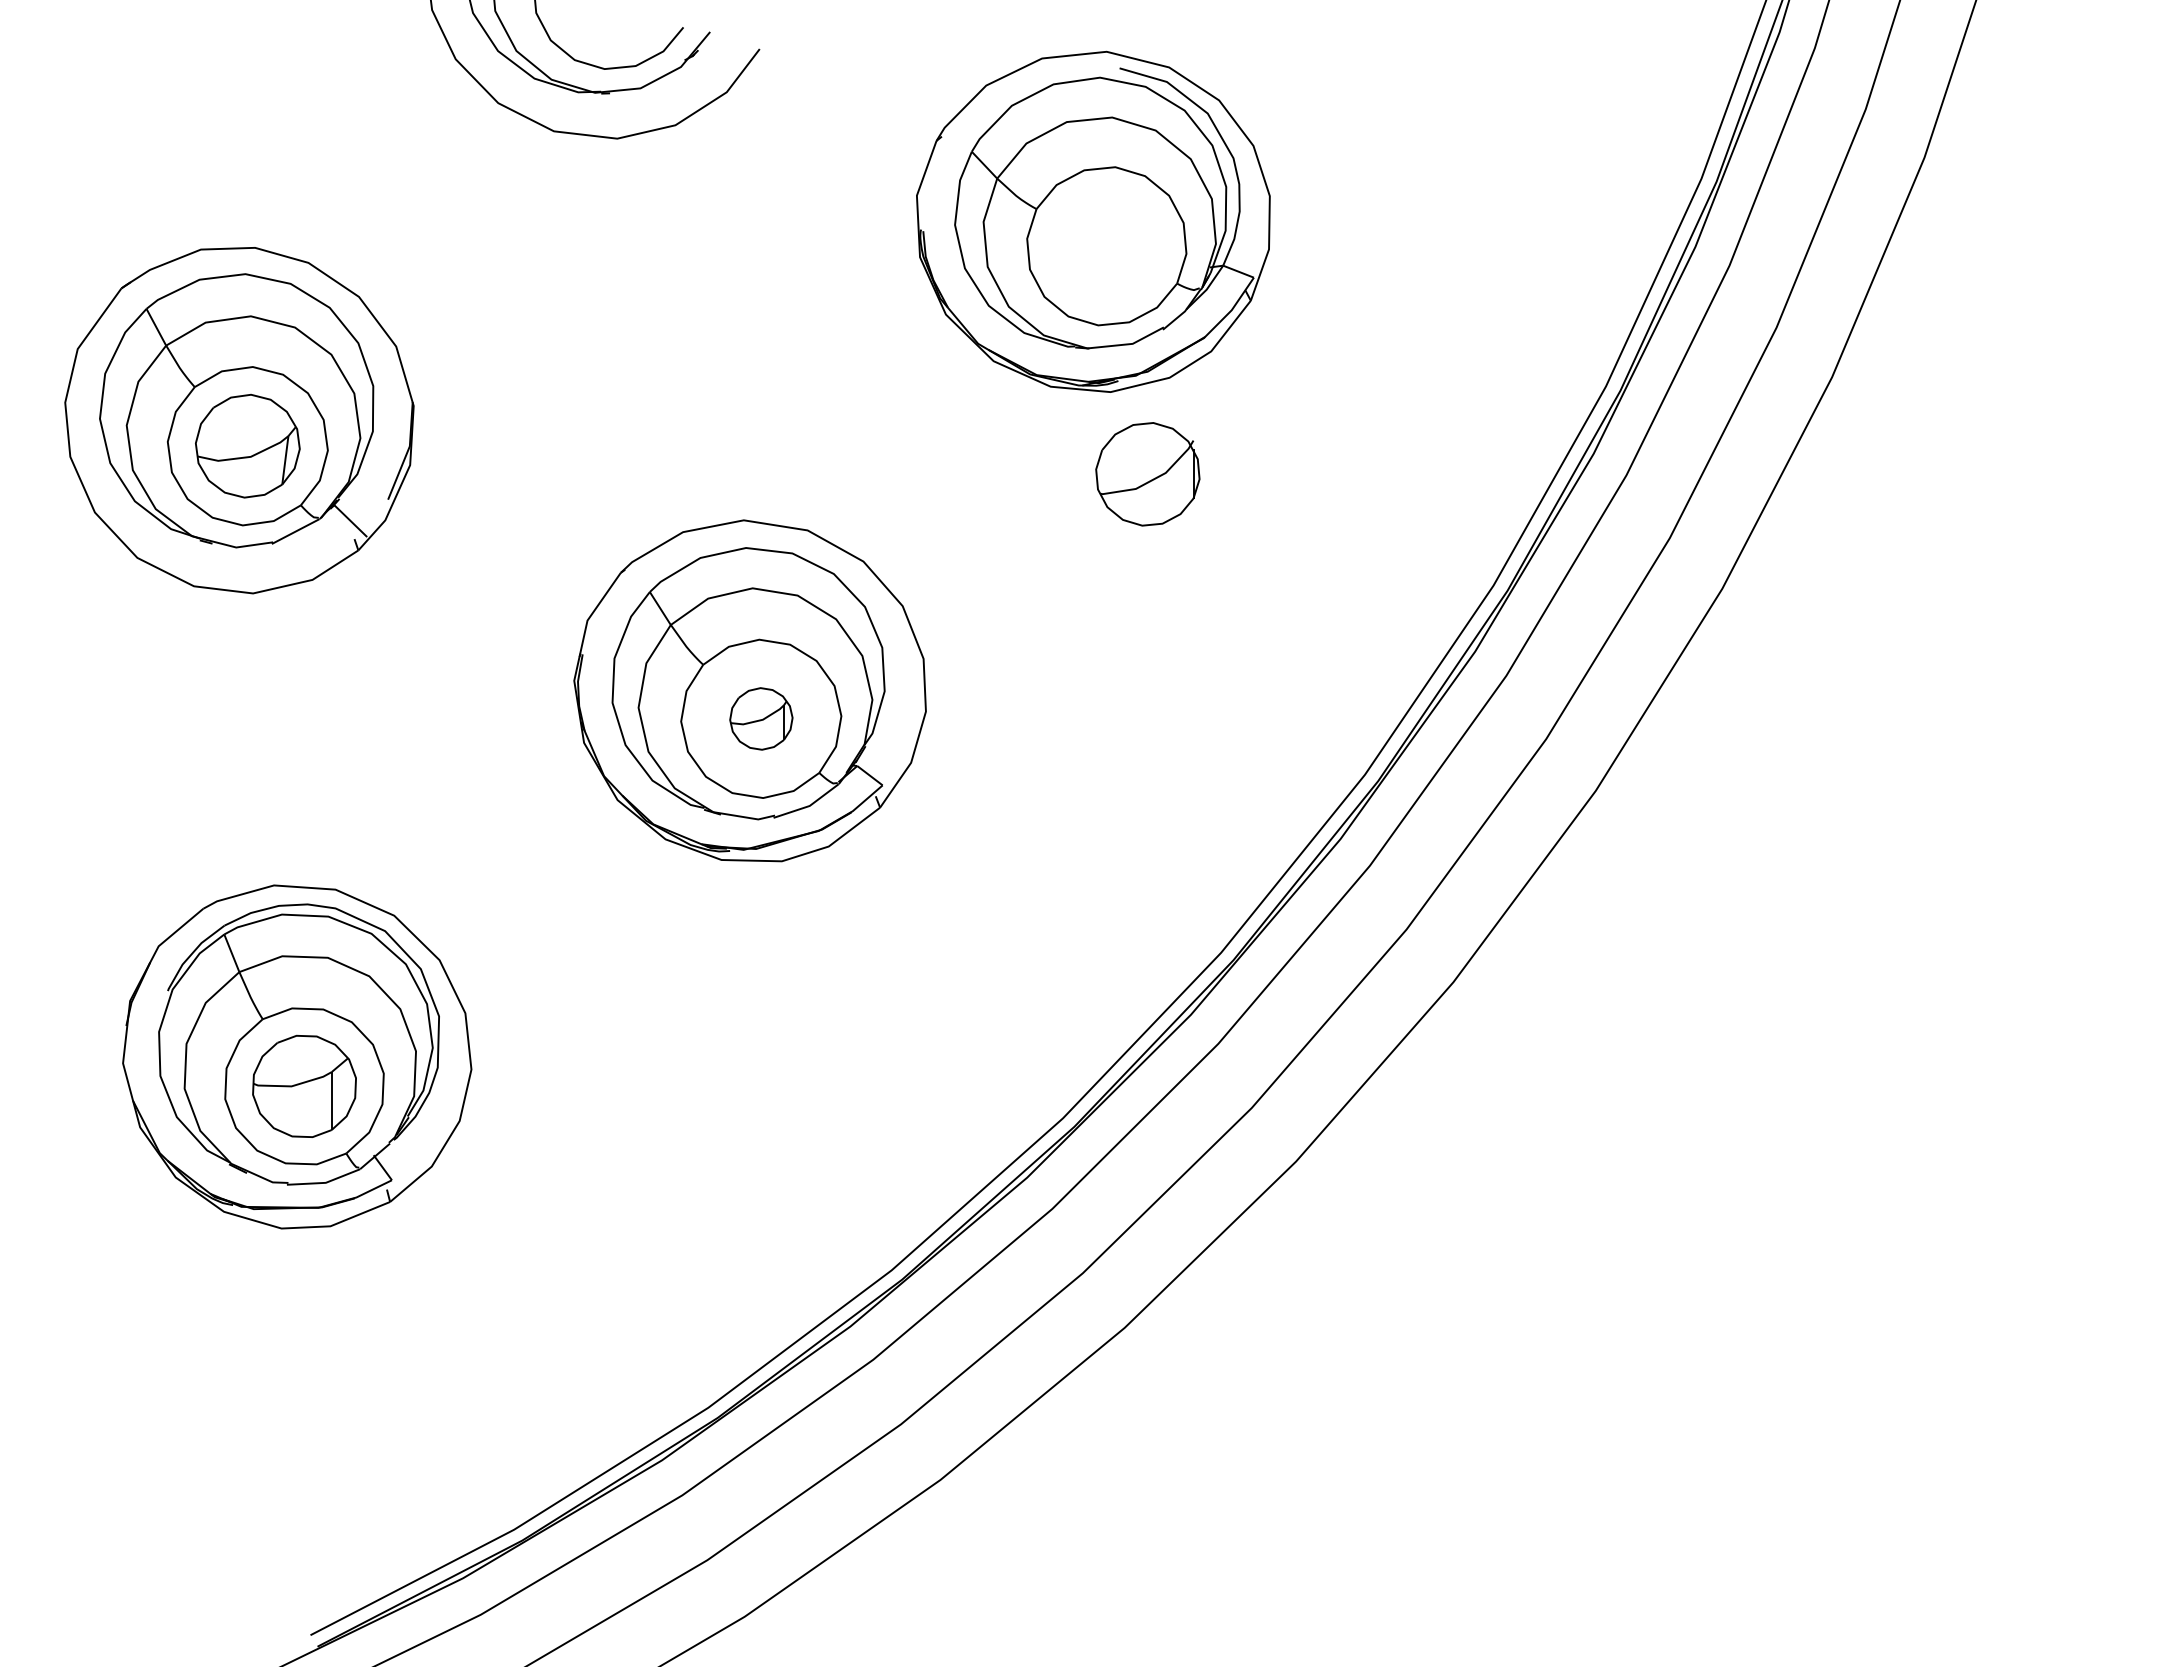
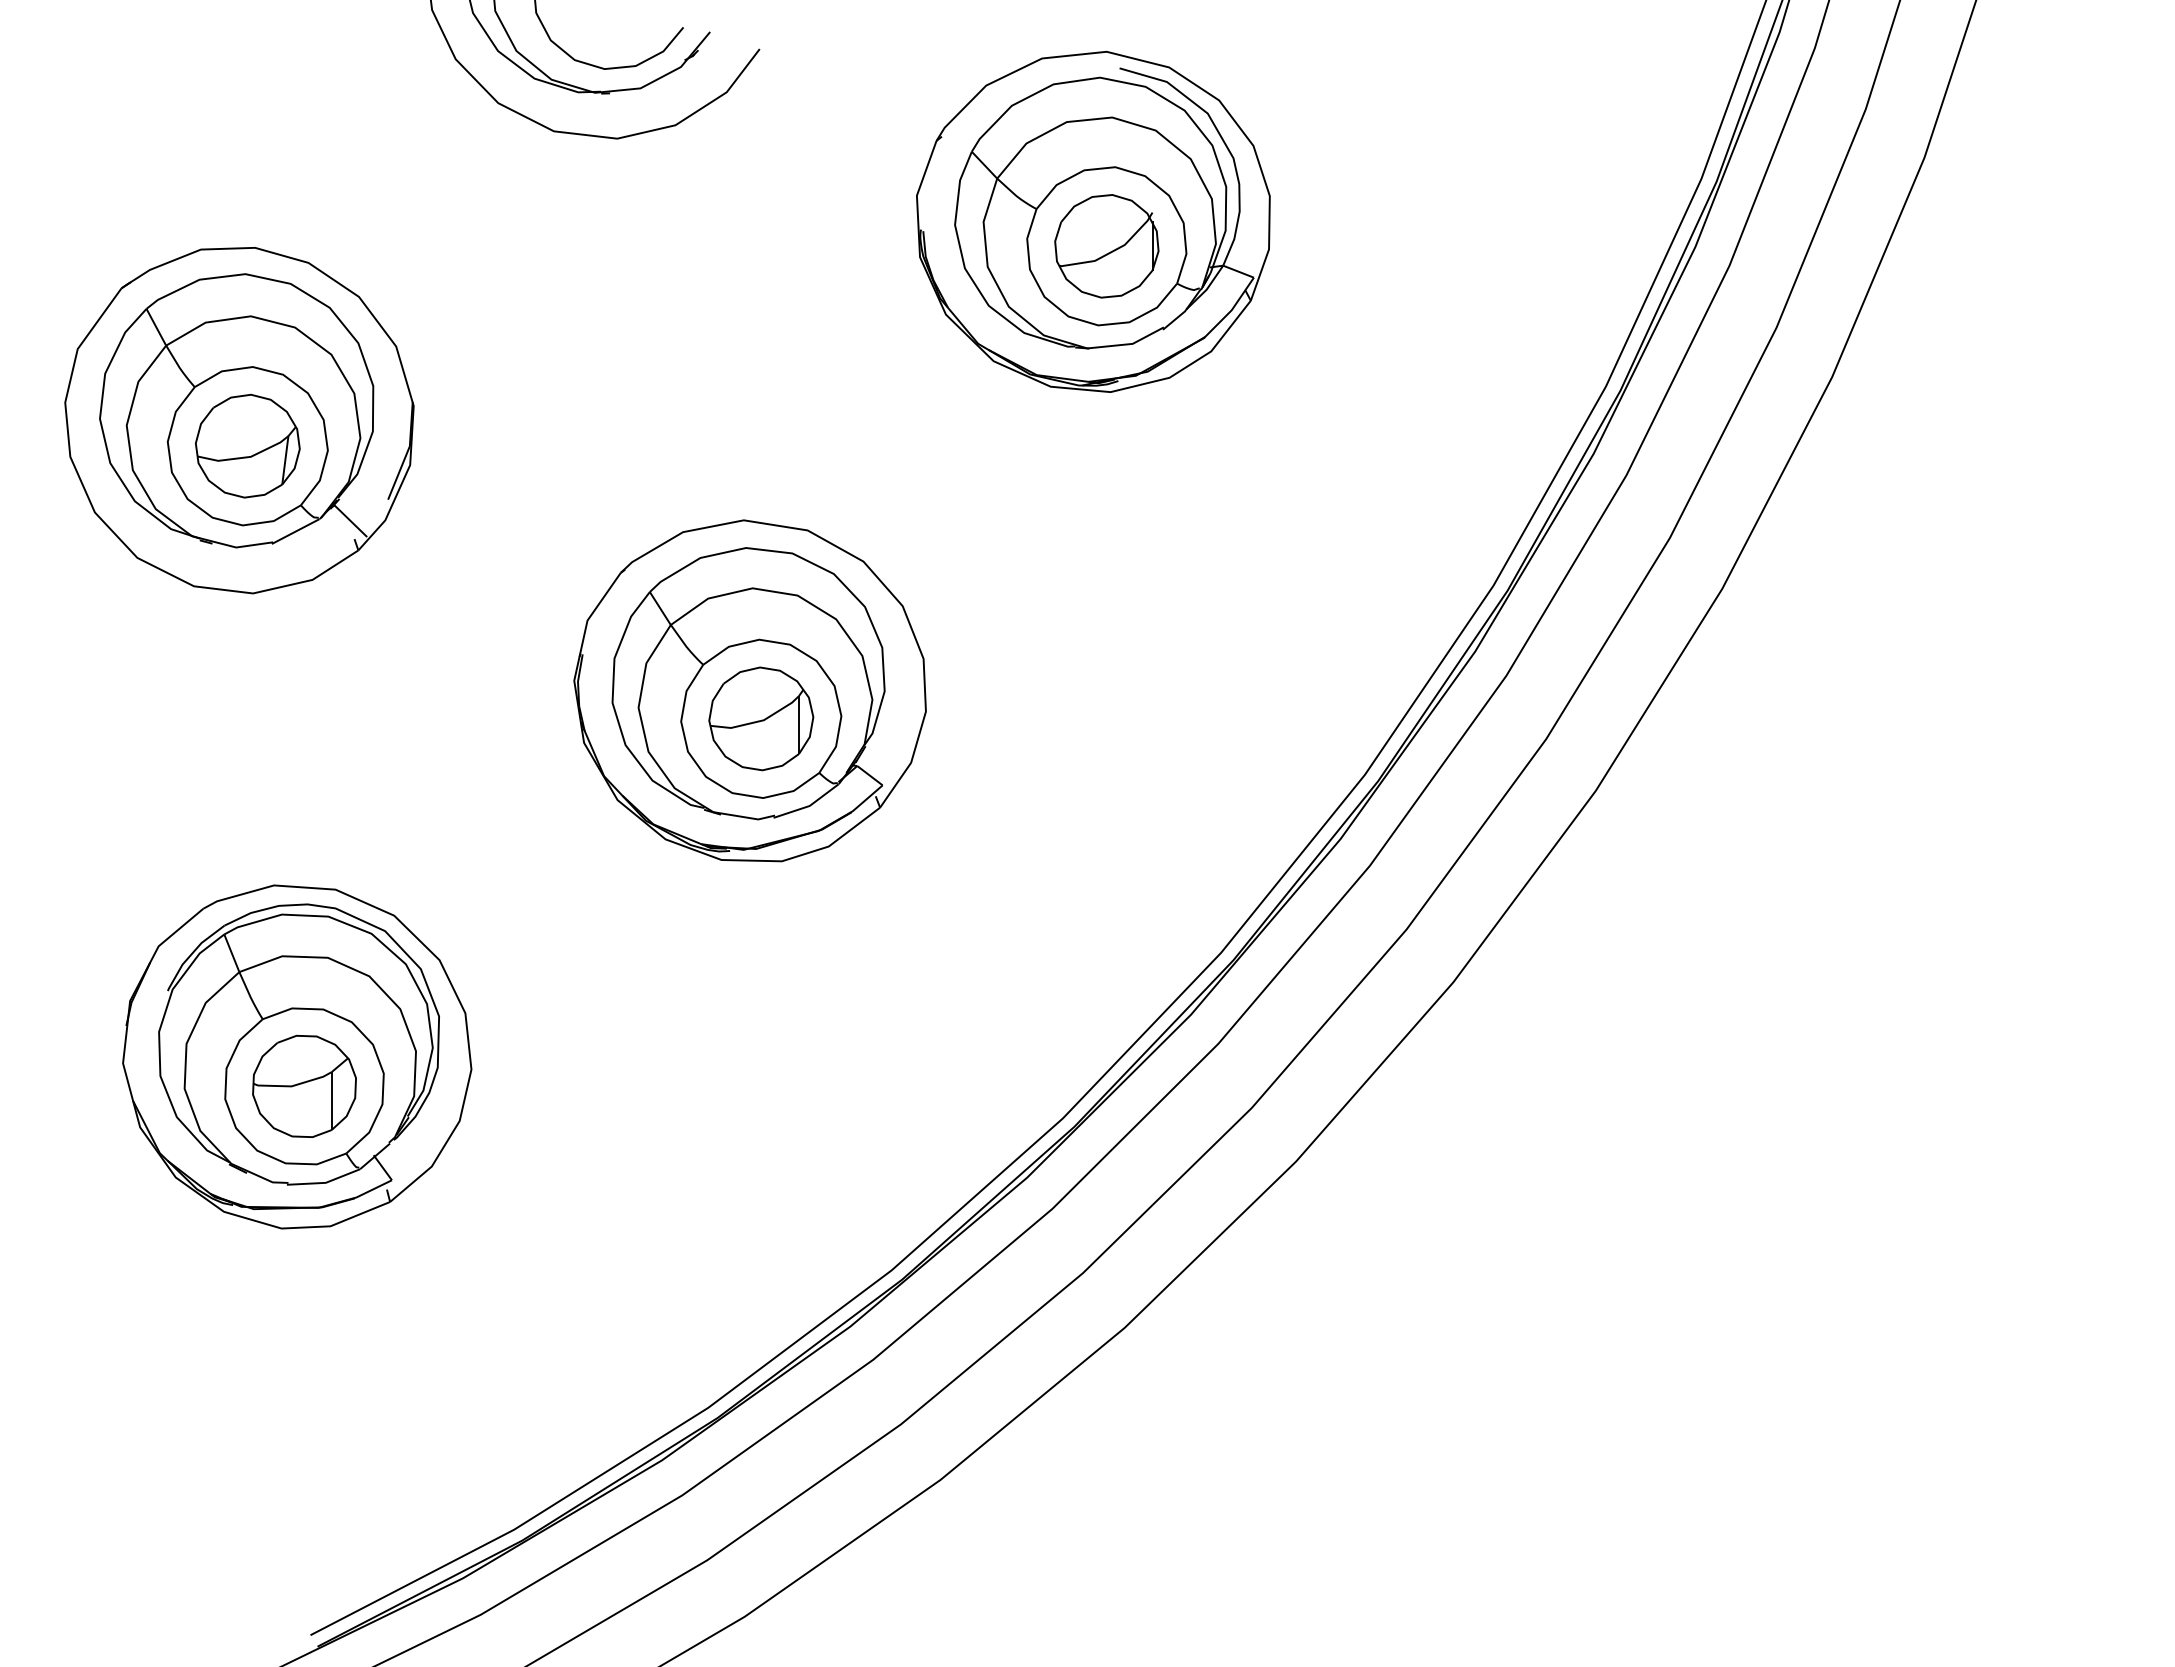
part at (1147, 474) position: (1147, 474) -> (1106, 246)
part at (761, 718) size: 65x64 px -> 107x106 px
